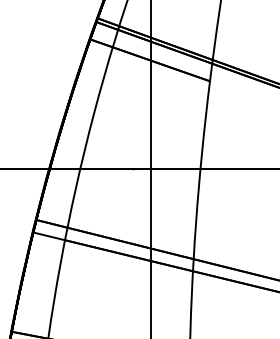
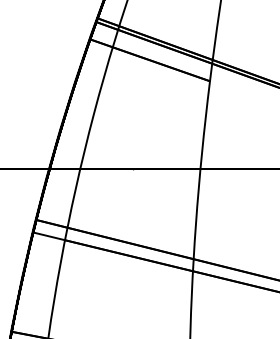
line at (150, 168): present -> none
